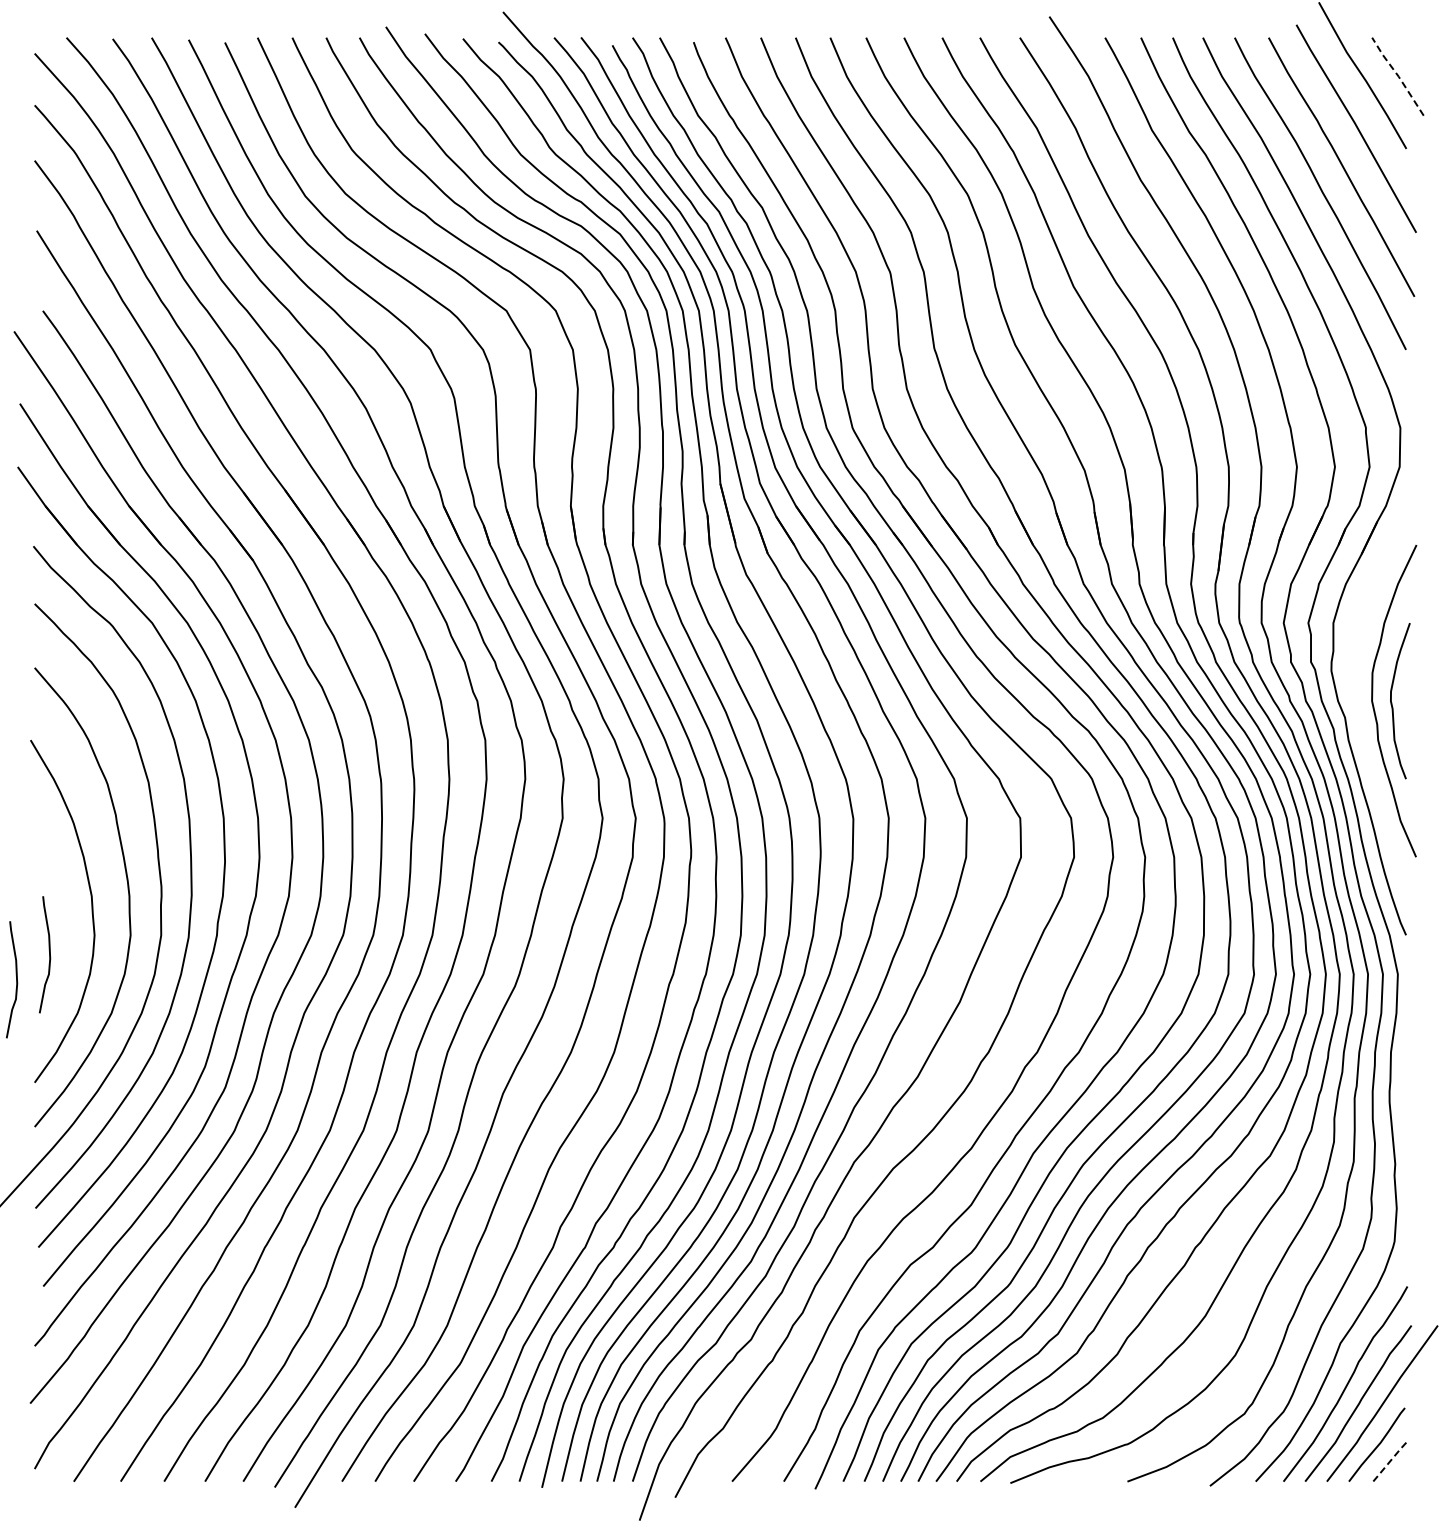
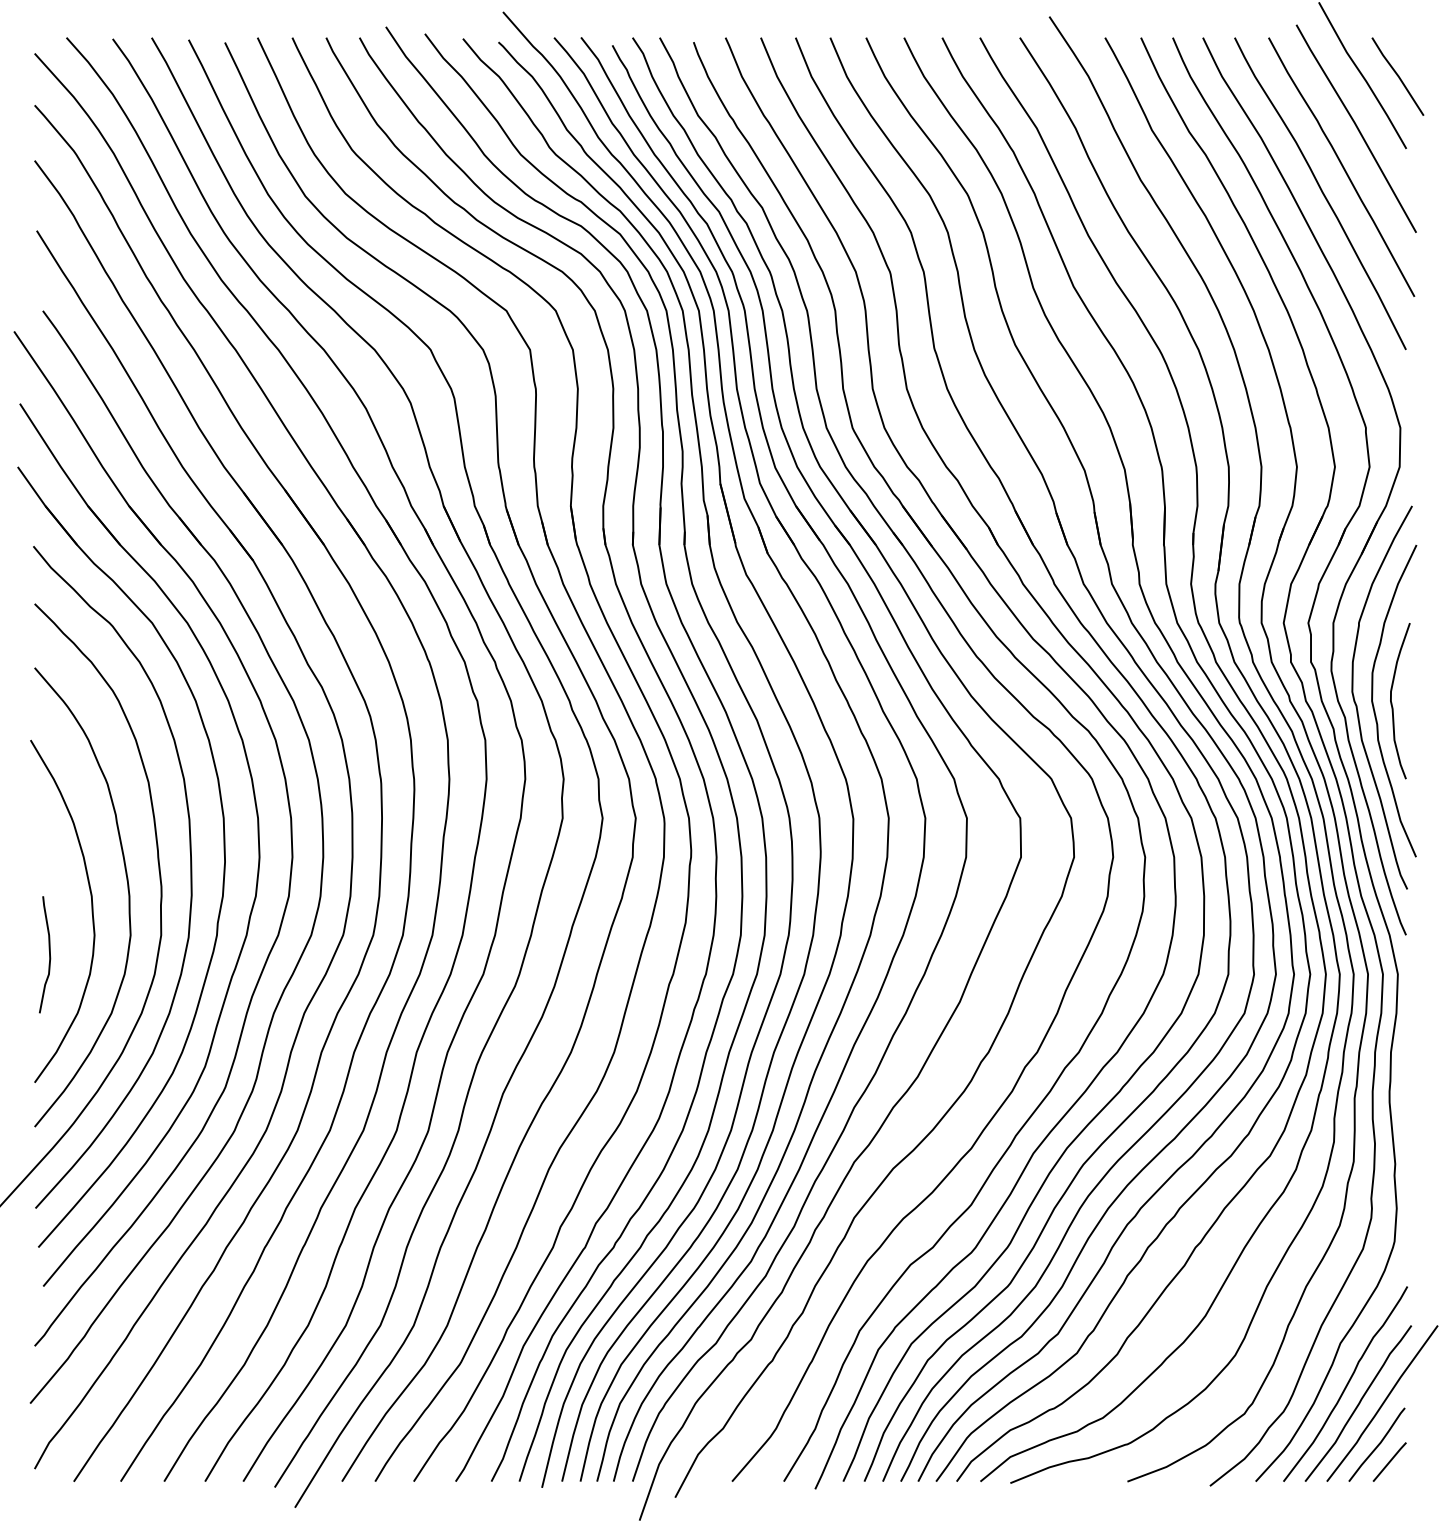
line at (1398, 75): dashed -> solid
curve at (1357, 705): none -> present
curve at (16, 979): present -> none
line at (1389, 1461): dashed -> solid
